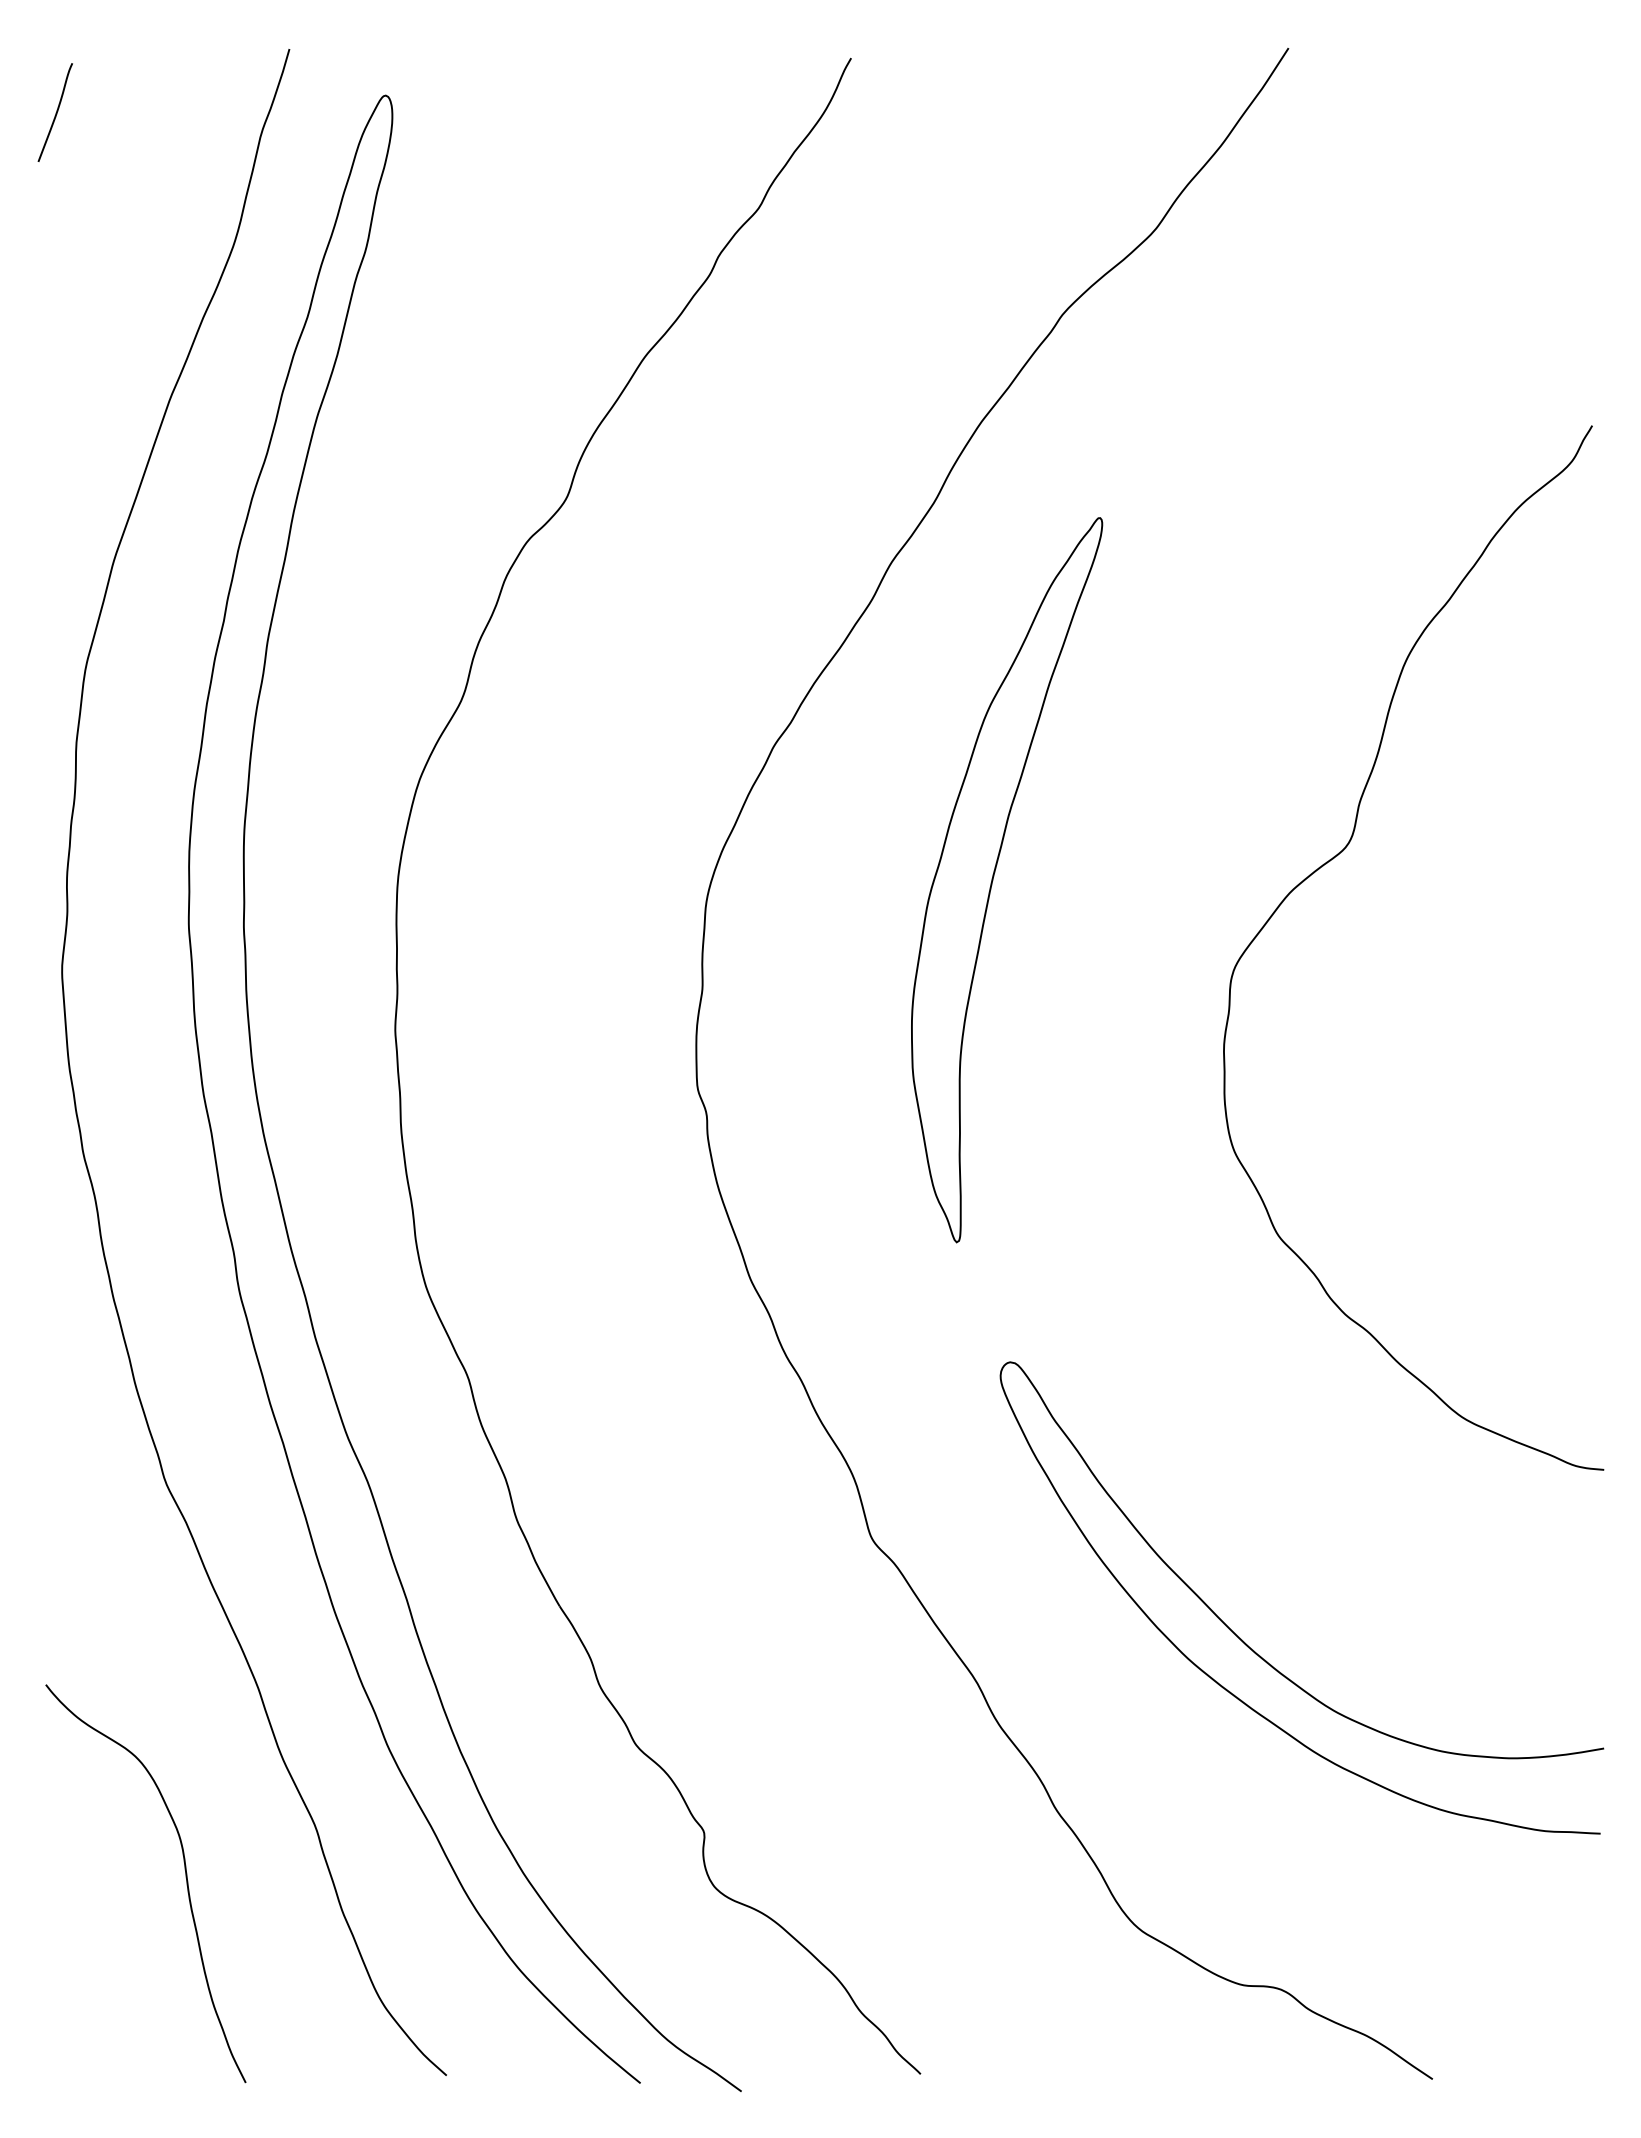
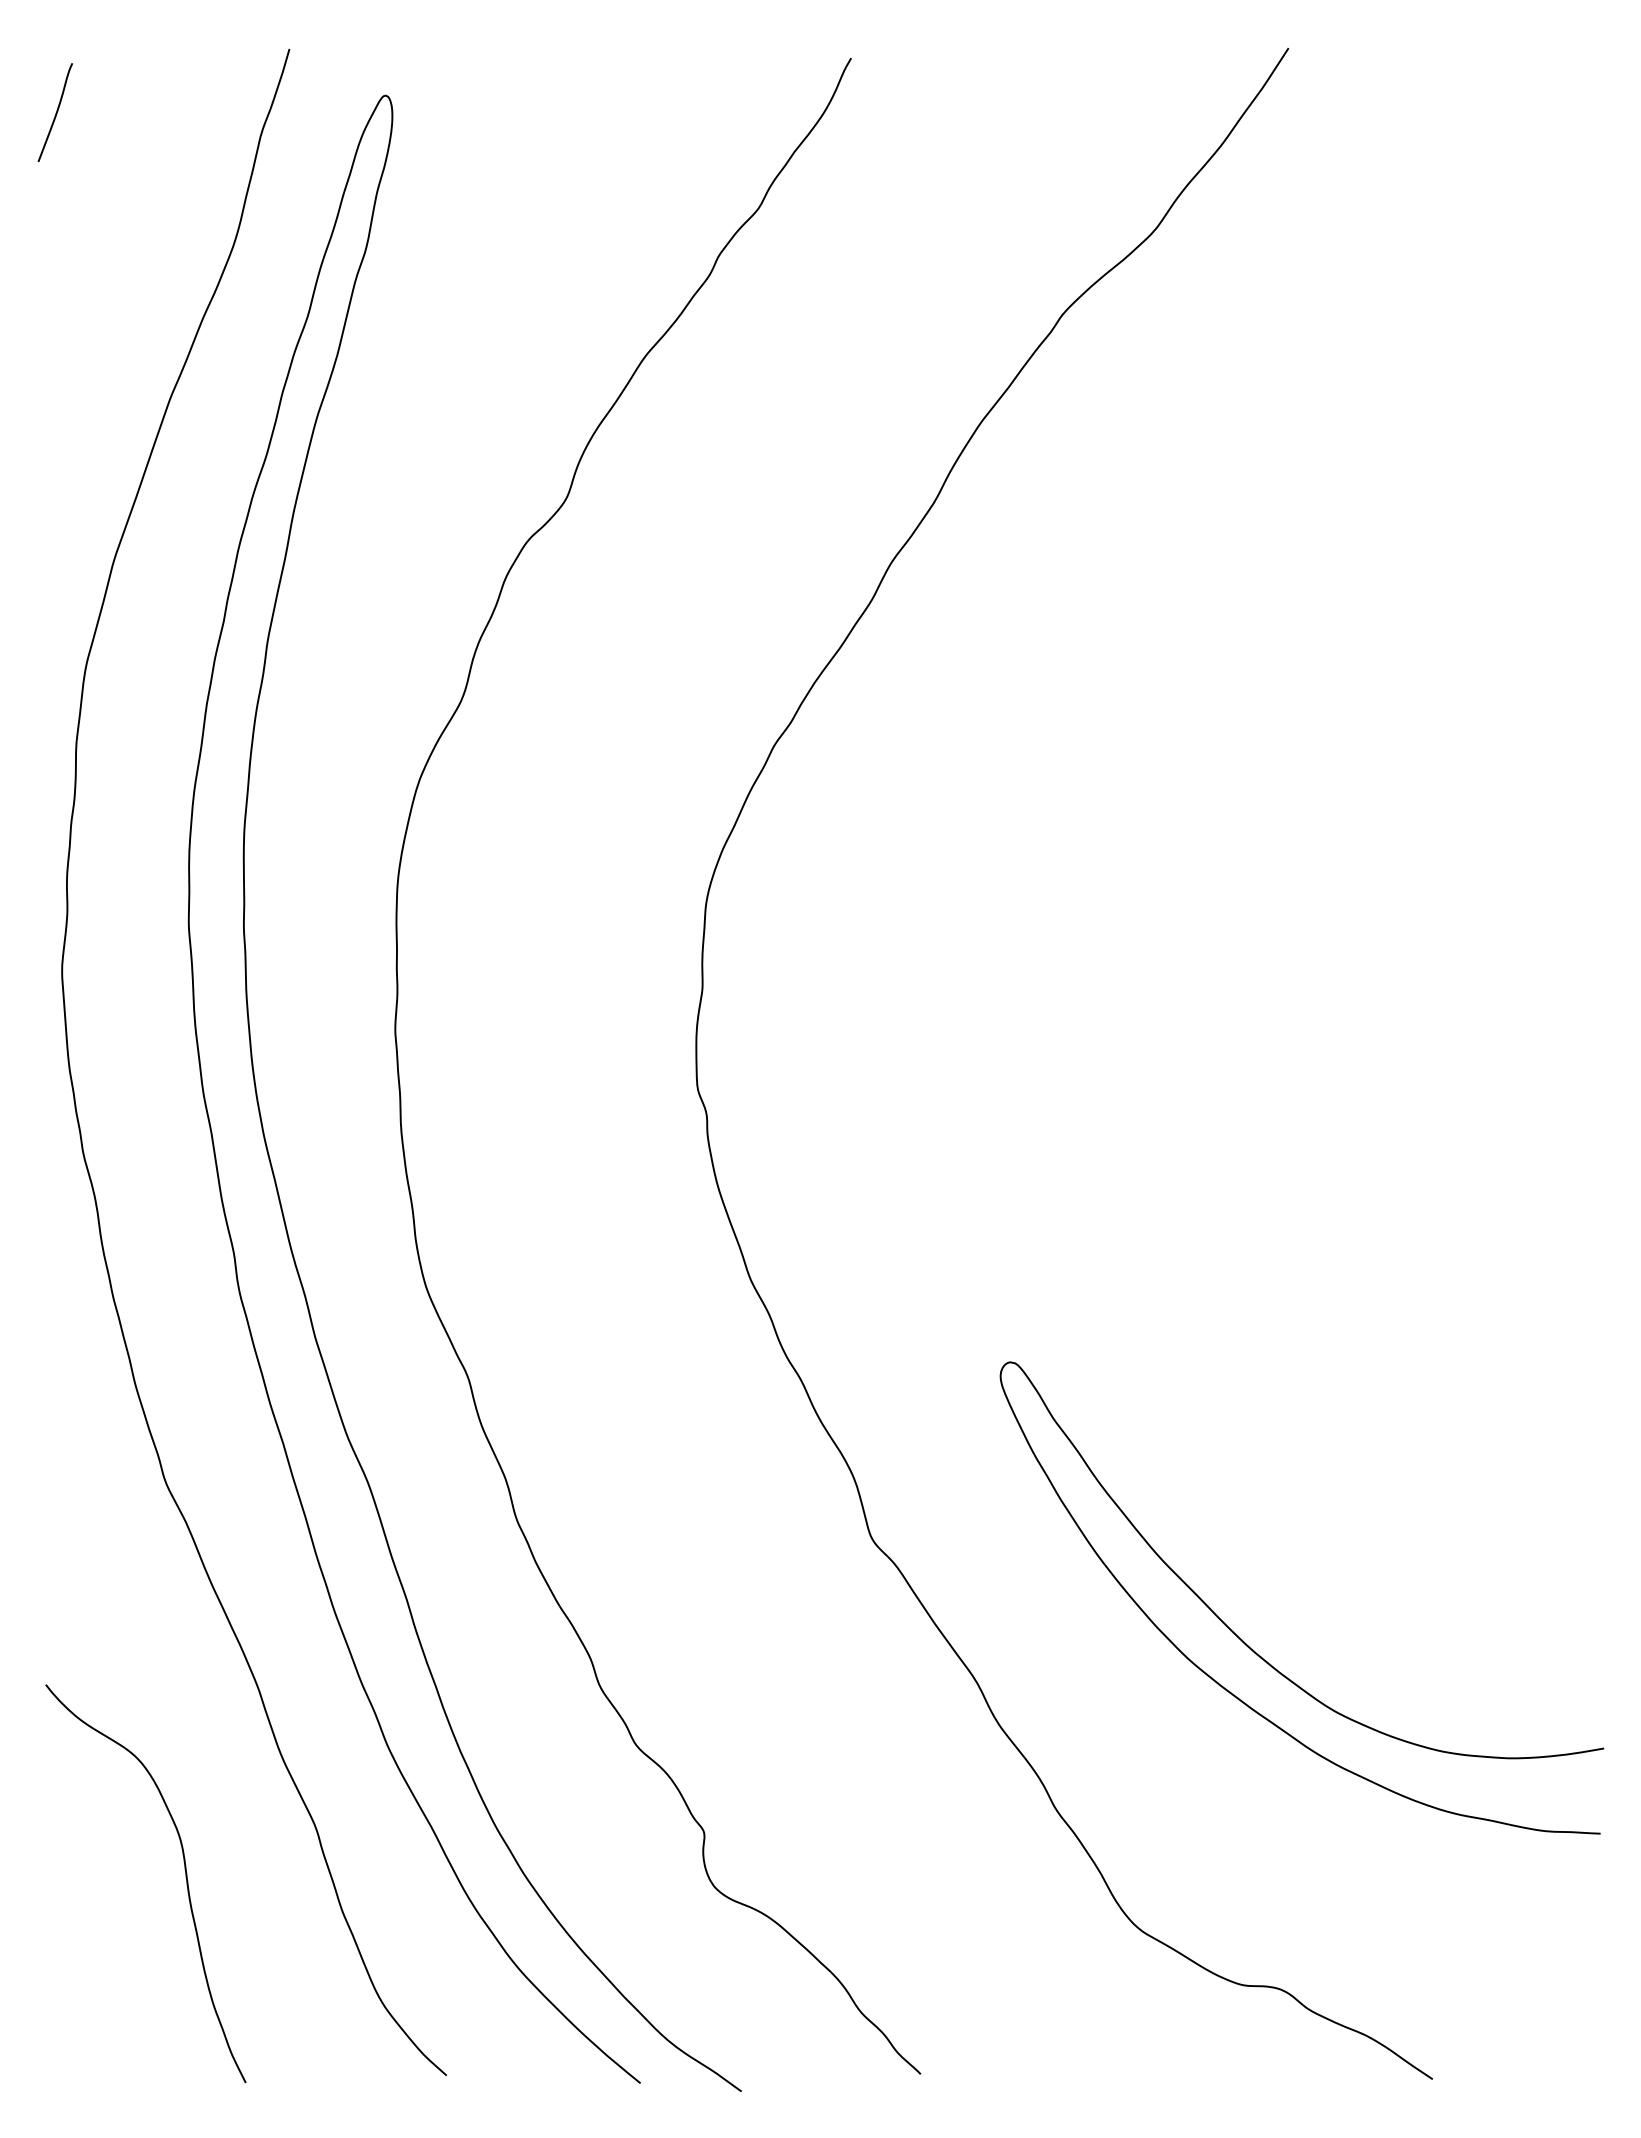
curve at (1337, 856): present -> none
part at (994, 876): present -> none
